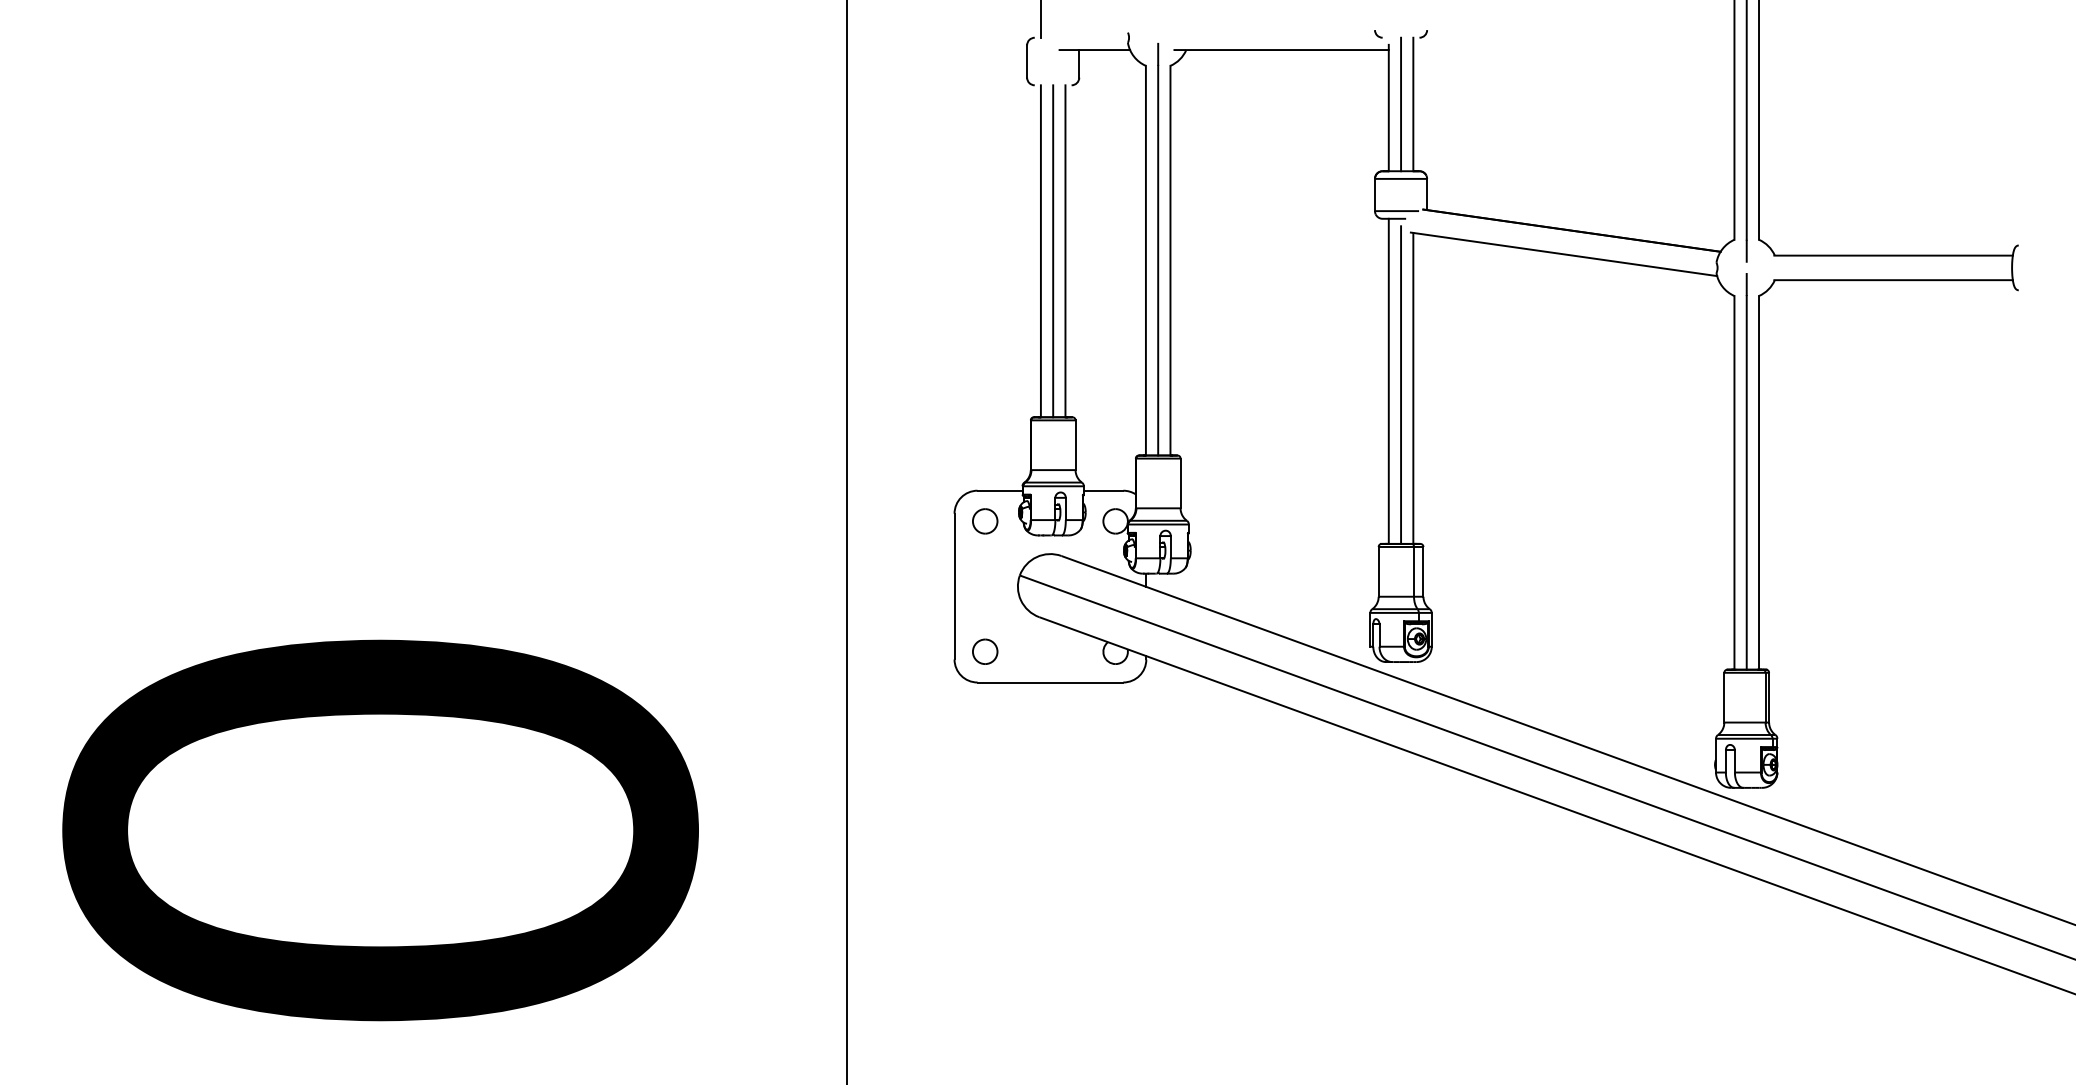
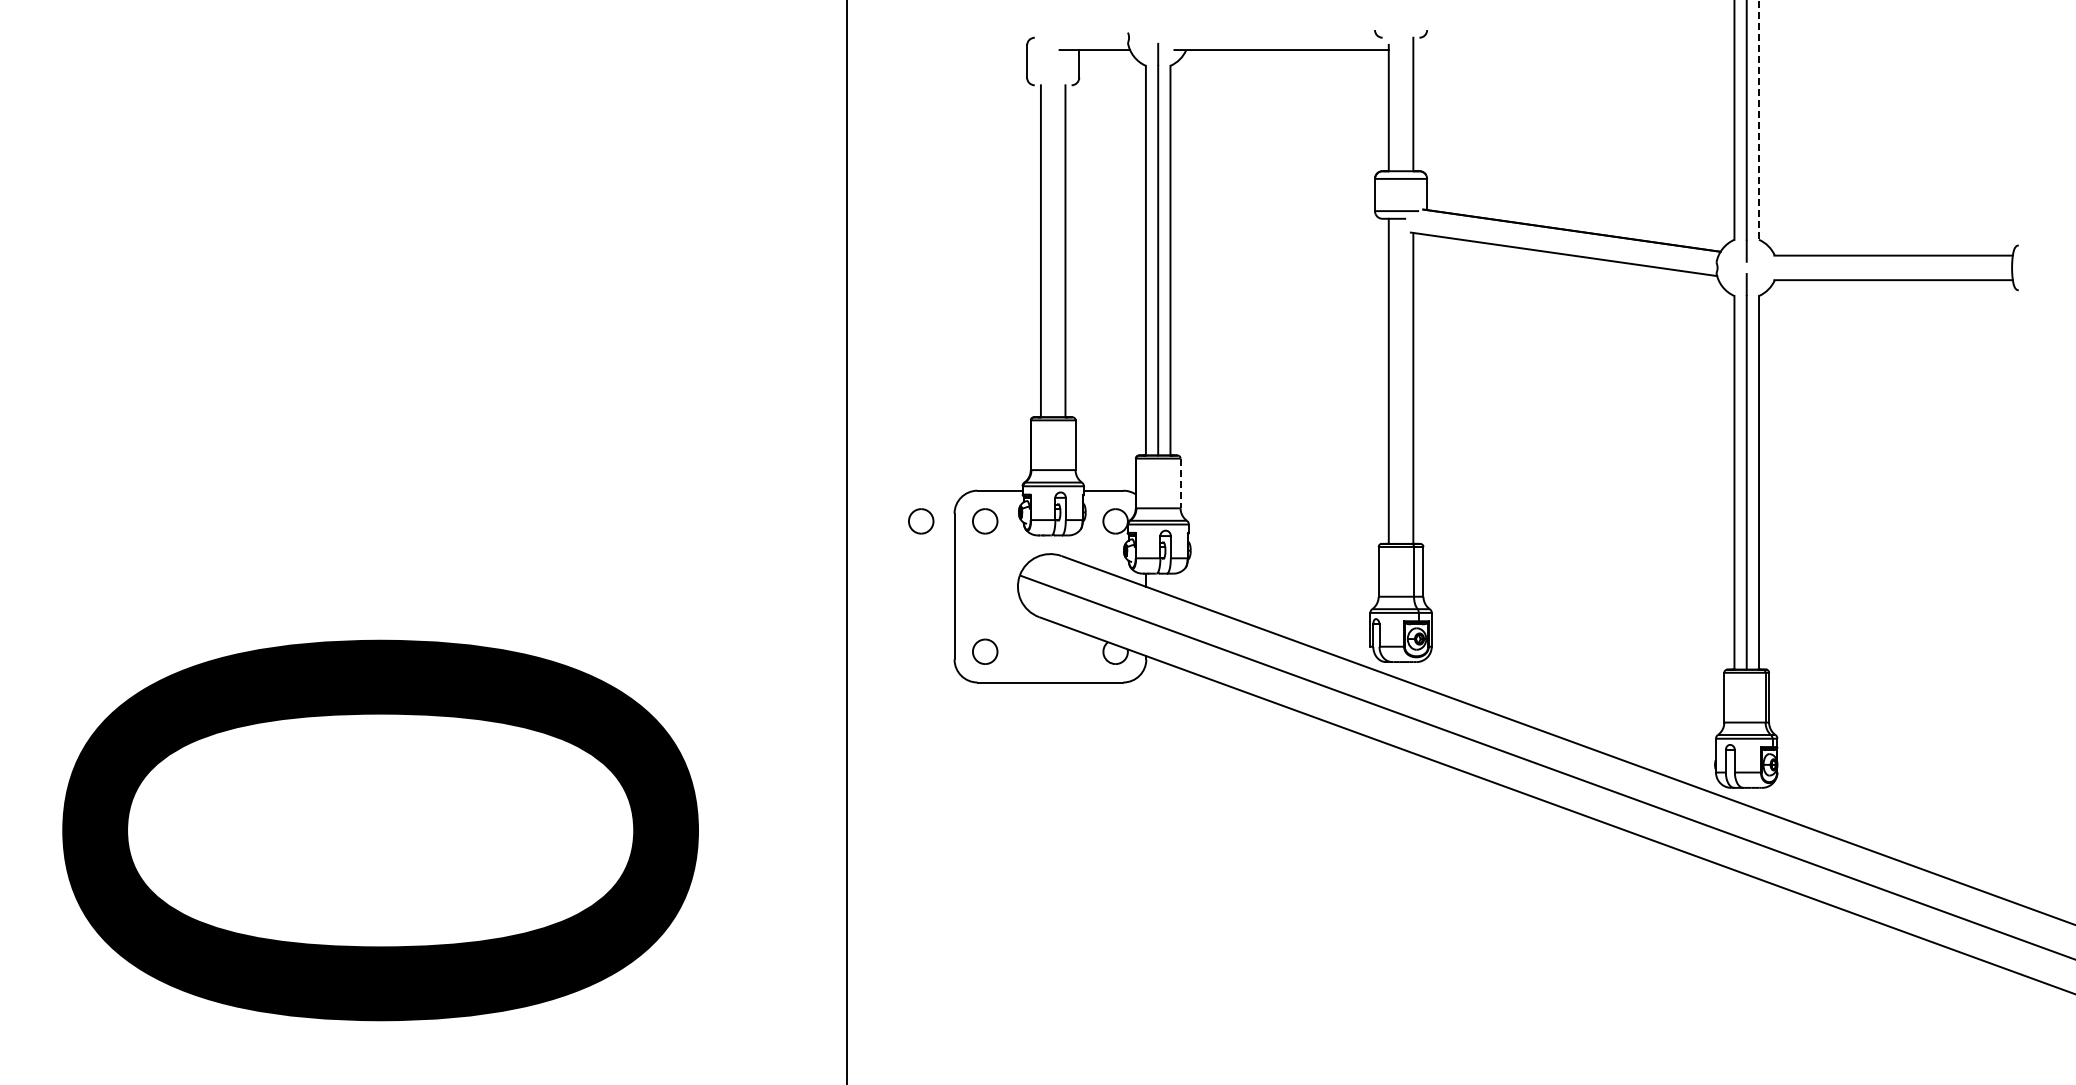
line at (1040, 19): present -> none
line at (1401, 104): present -> none
line at (1759, 120): solid -> dashed
line at (1053, 251): present -> none
line at (1401, 384): present -> none
line at (1180, 483): solid -> dashed
part at (921, 521): none -> present
